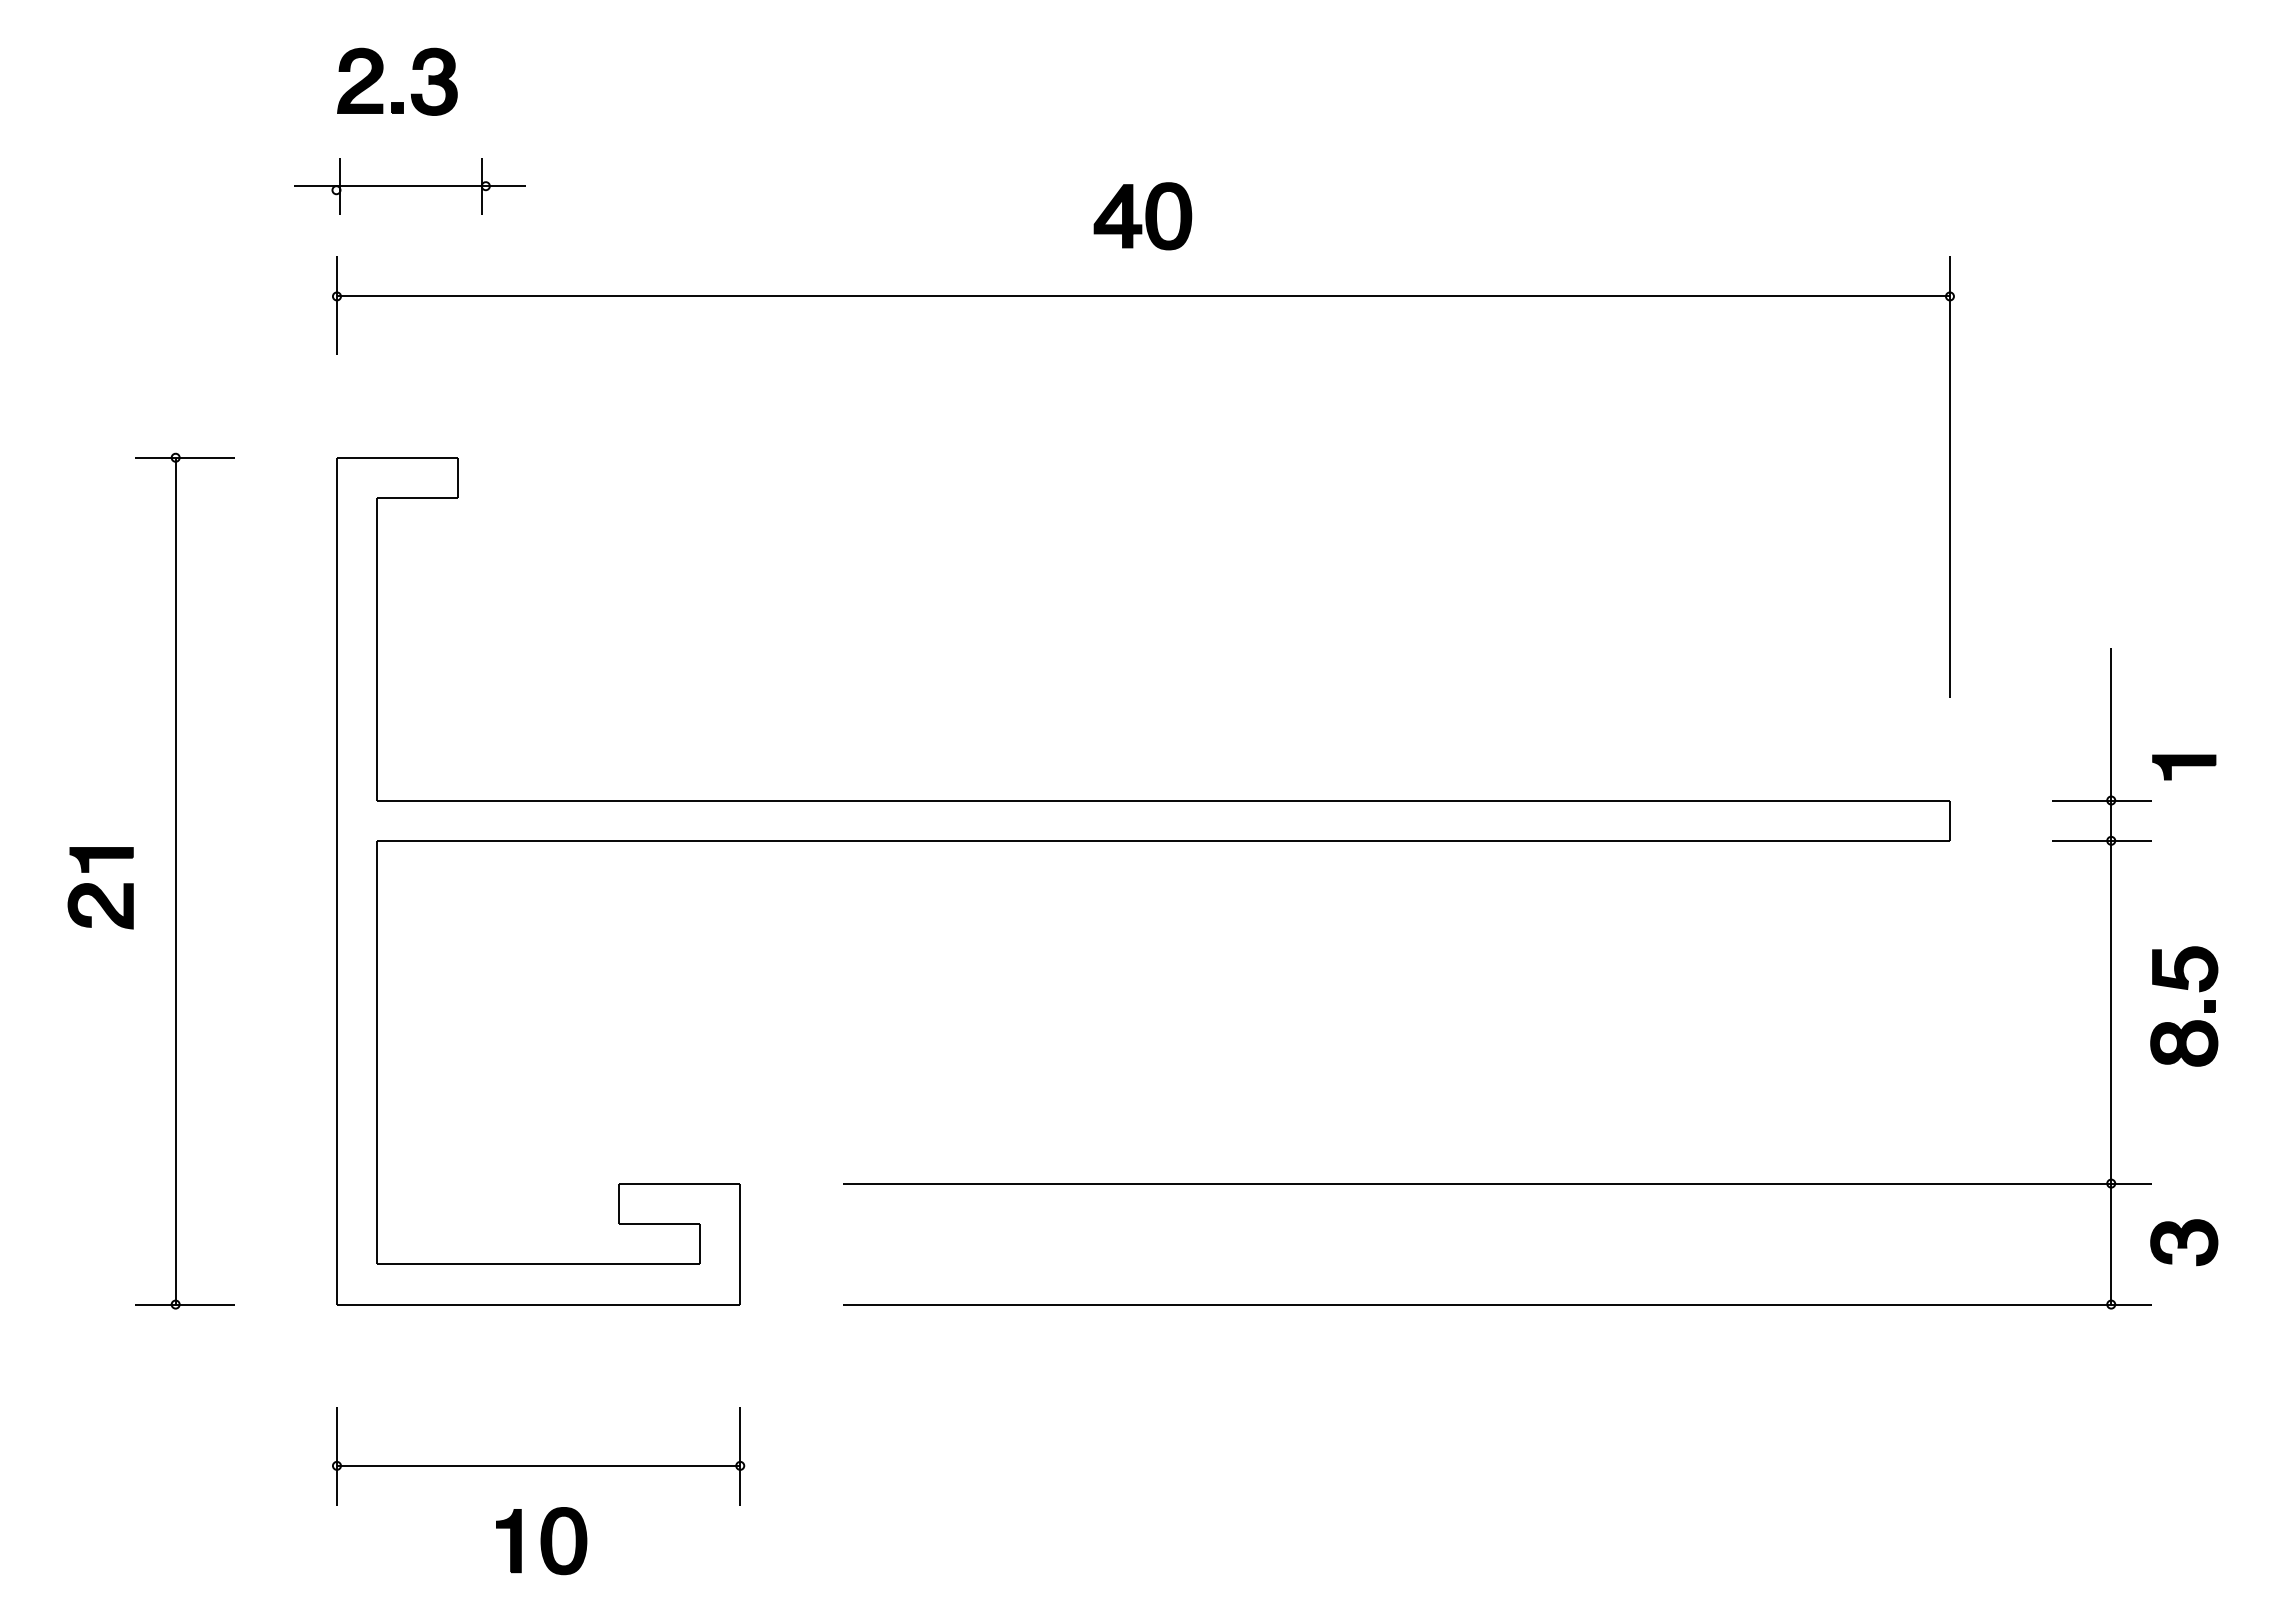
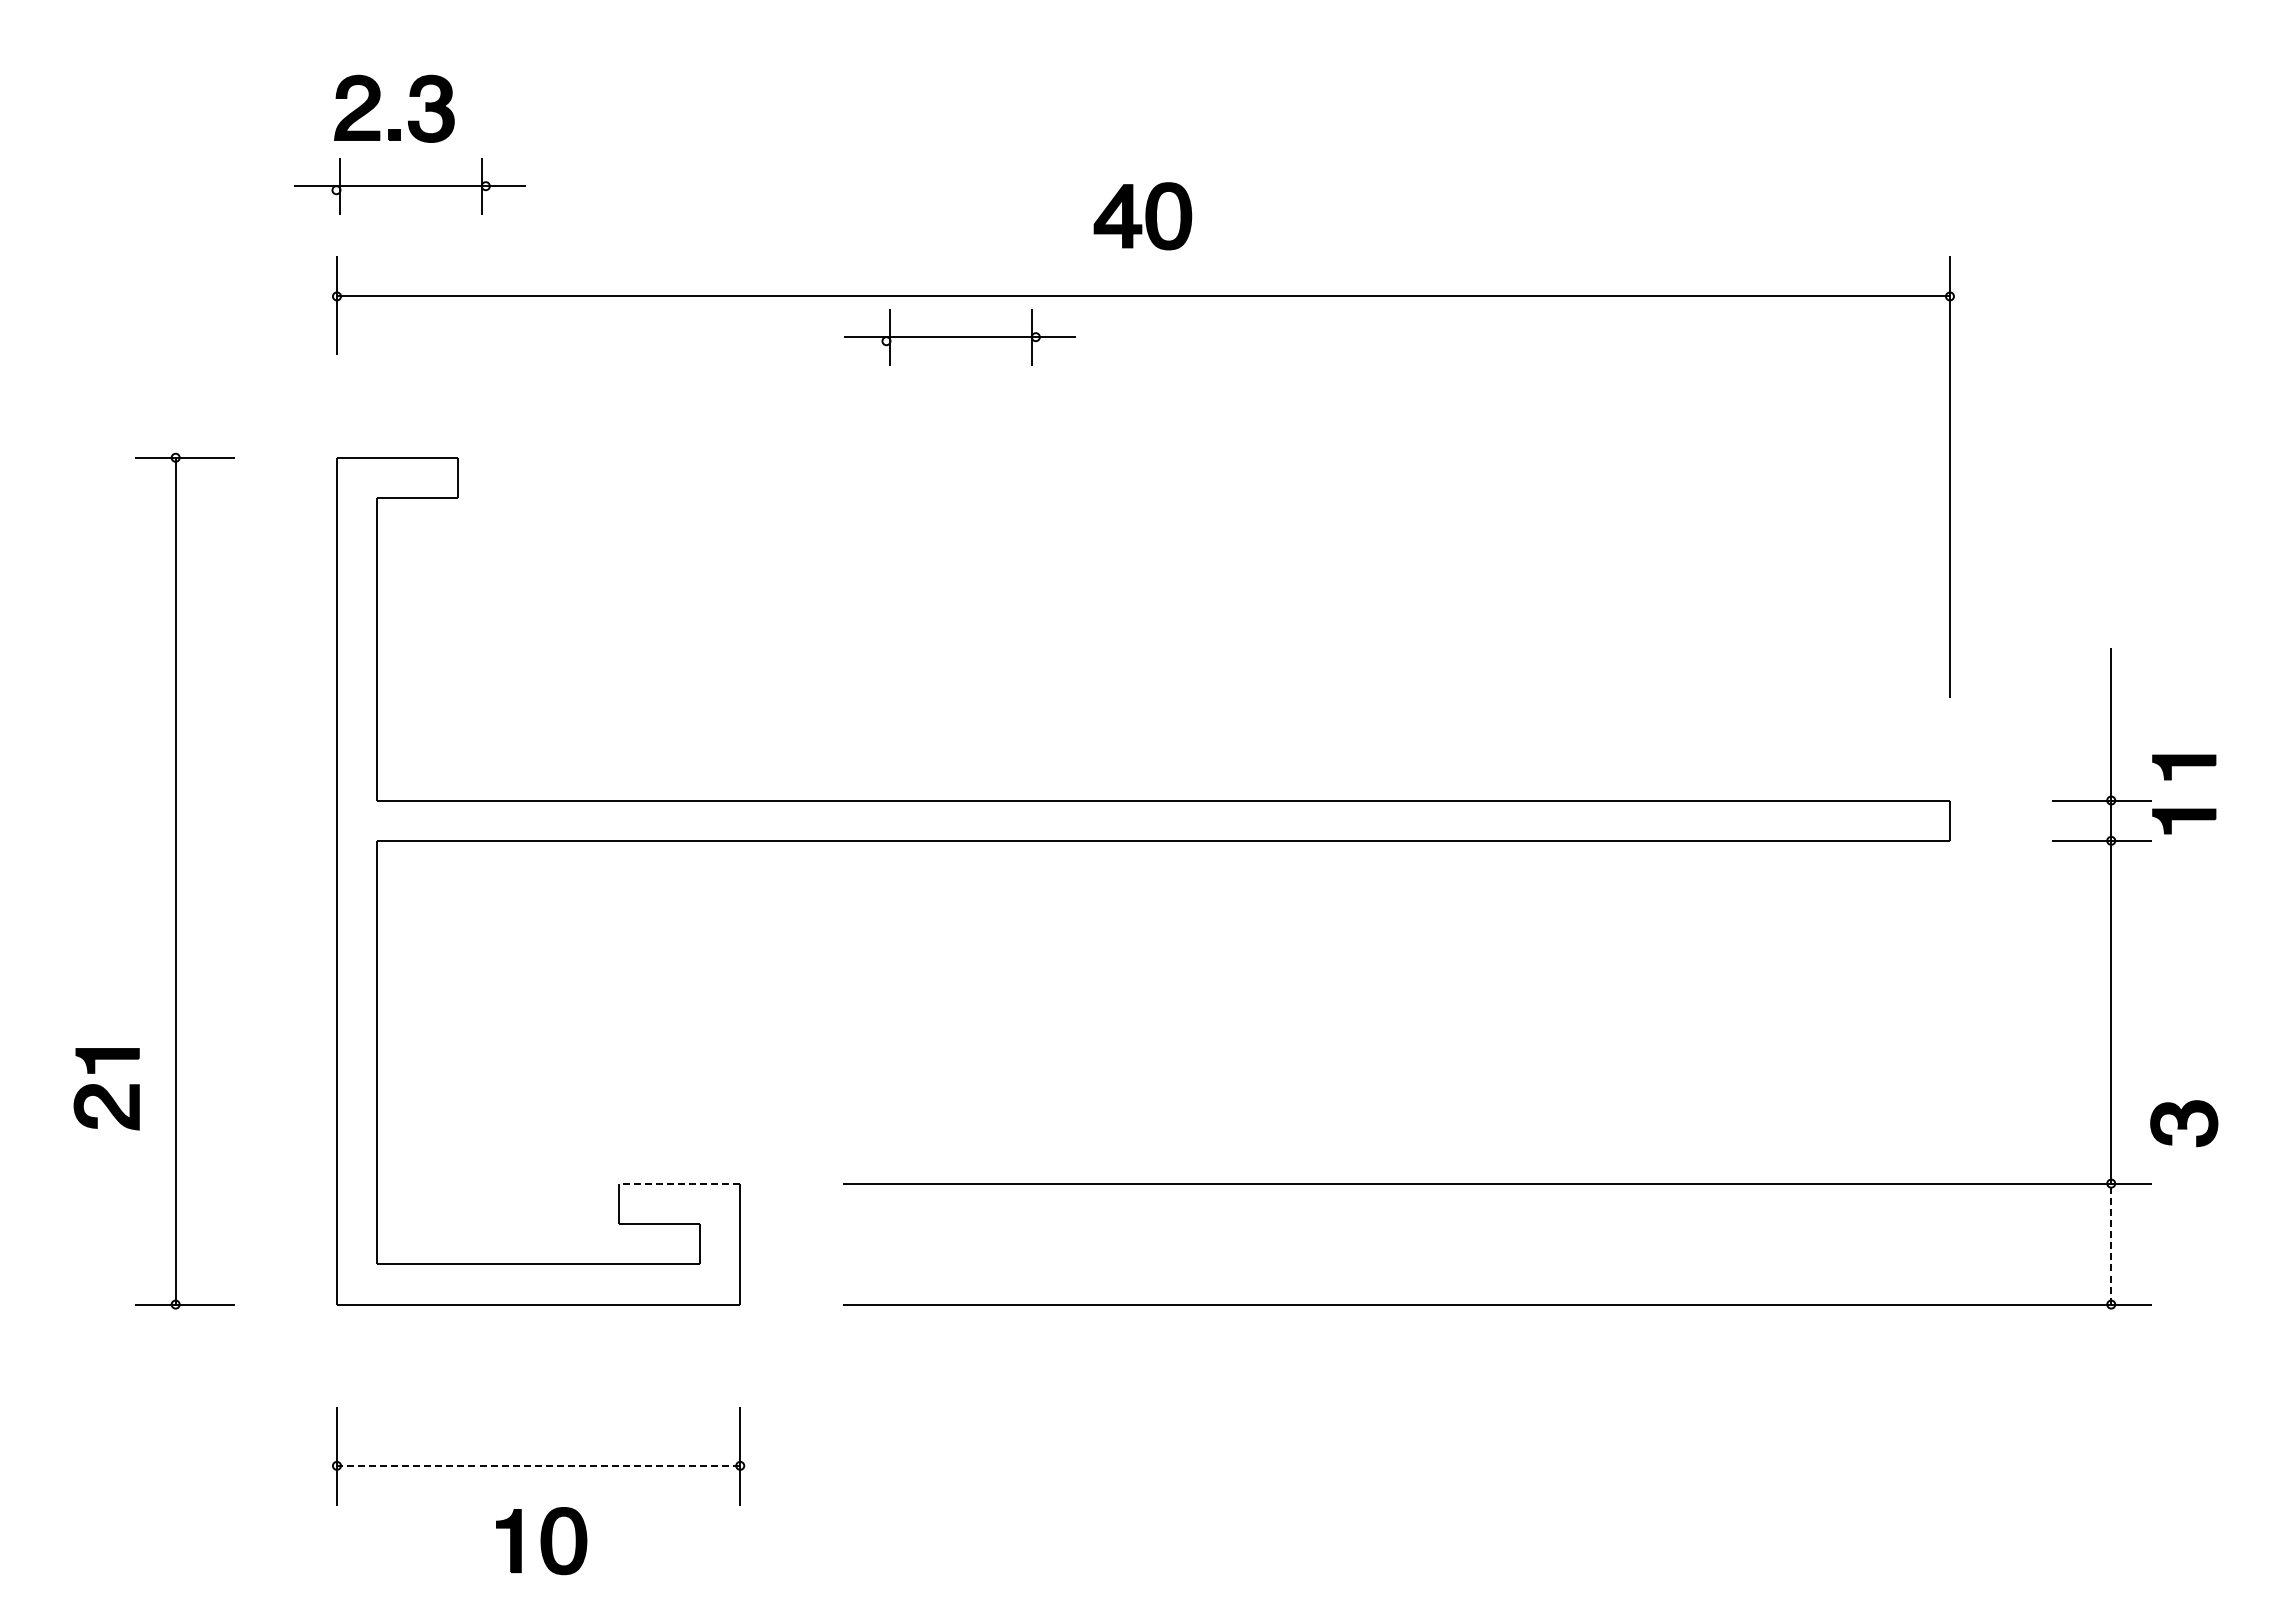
part at (382, 74) position: (382, 74) -> (379, 101)
part at (959, 337): none -> present
part at (2184, 821): none -> present
part at (100, 888) position: (100, 888) -> (106, 1089)
part at (2189, 1021): present -> none
line at (679, 1183): solid -> dashed
part at (2184, 1242) position: (2184, 1242) -> (2184, 1123)
line at (2111, 1243): solid -> dashed
line at (538, 1465): solid -> dashed
